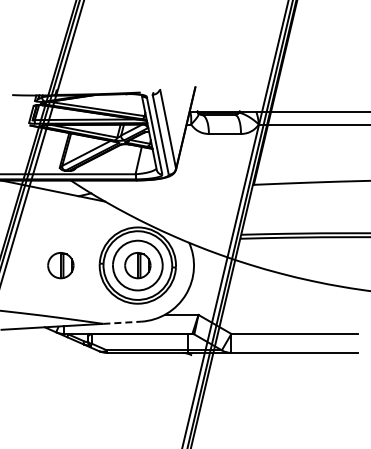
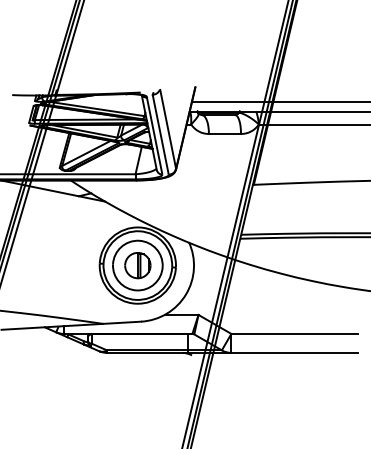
line at (279, 102): none -> present
part at (60, 265): present -> none
line at (122, 322): dashed -> solid
